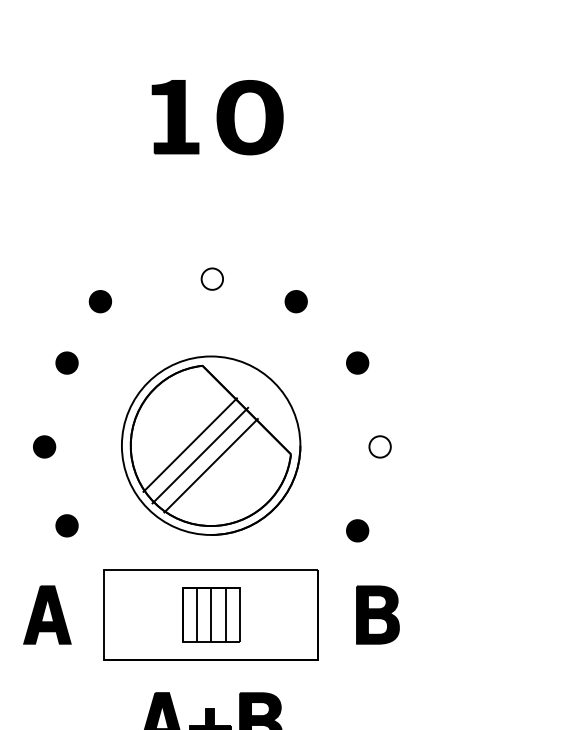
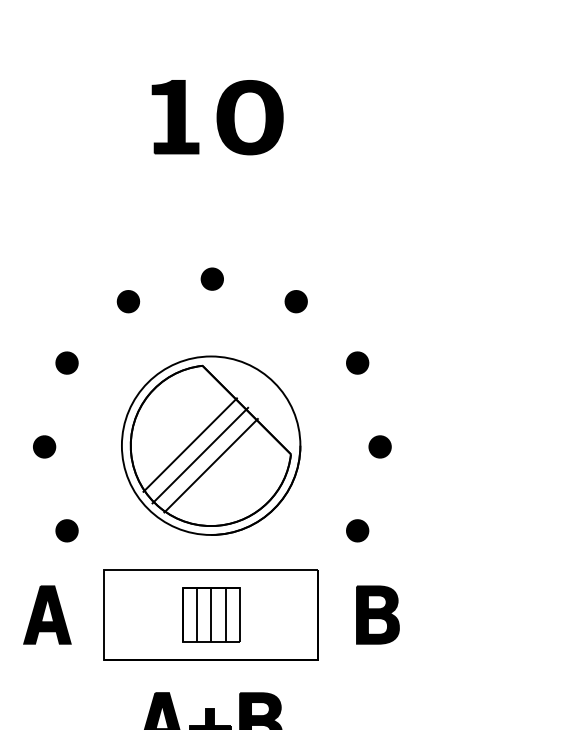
fill at (212, 278): none -> present
part at (100, 301) position: (100, 301) -> (128, 301)
fill at (379, 446): none -> present
part at (66, 525) position: (66, 525) -> (66, 530)
